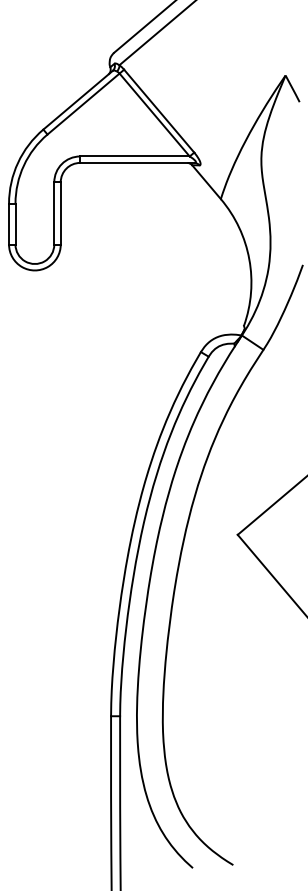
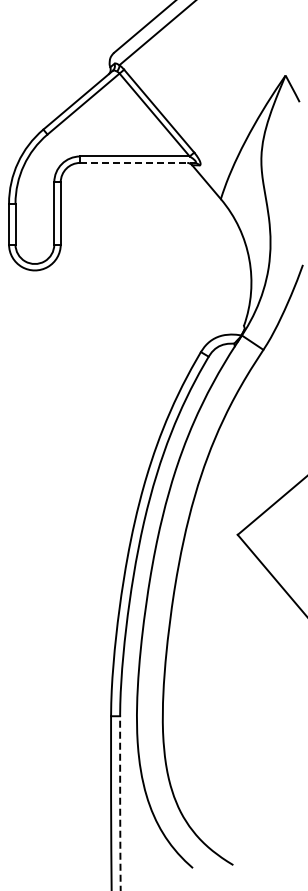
line at (137, 162): solid -> dashed
line at (120, 804): solid -> dashed
